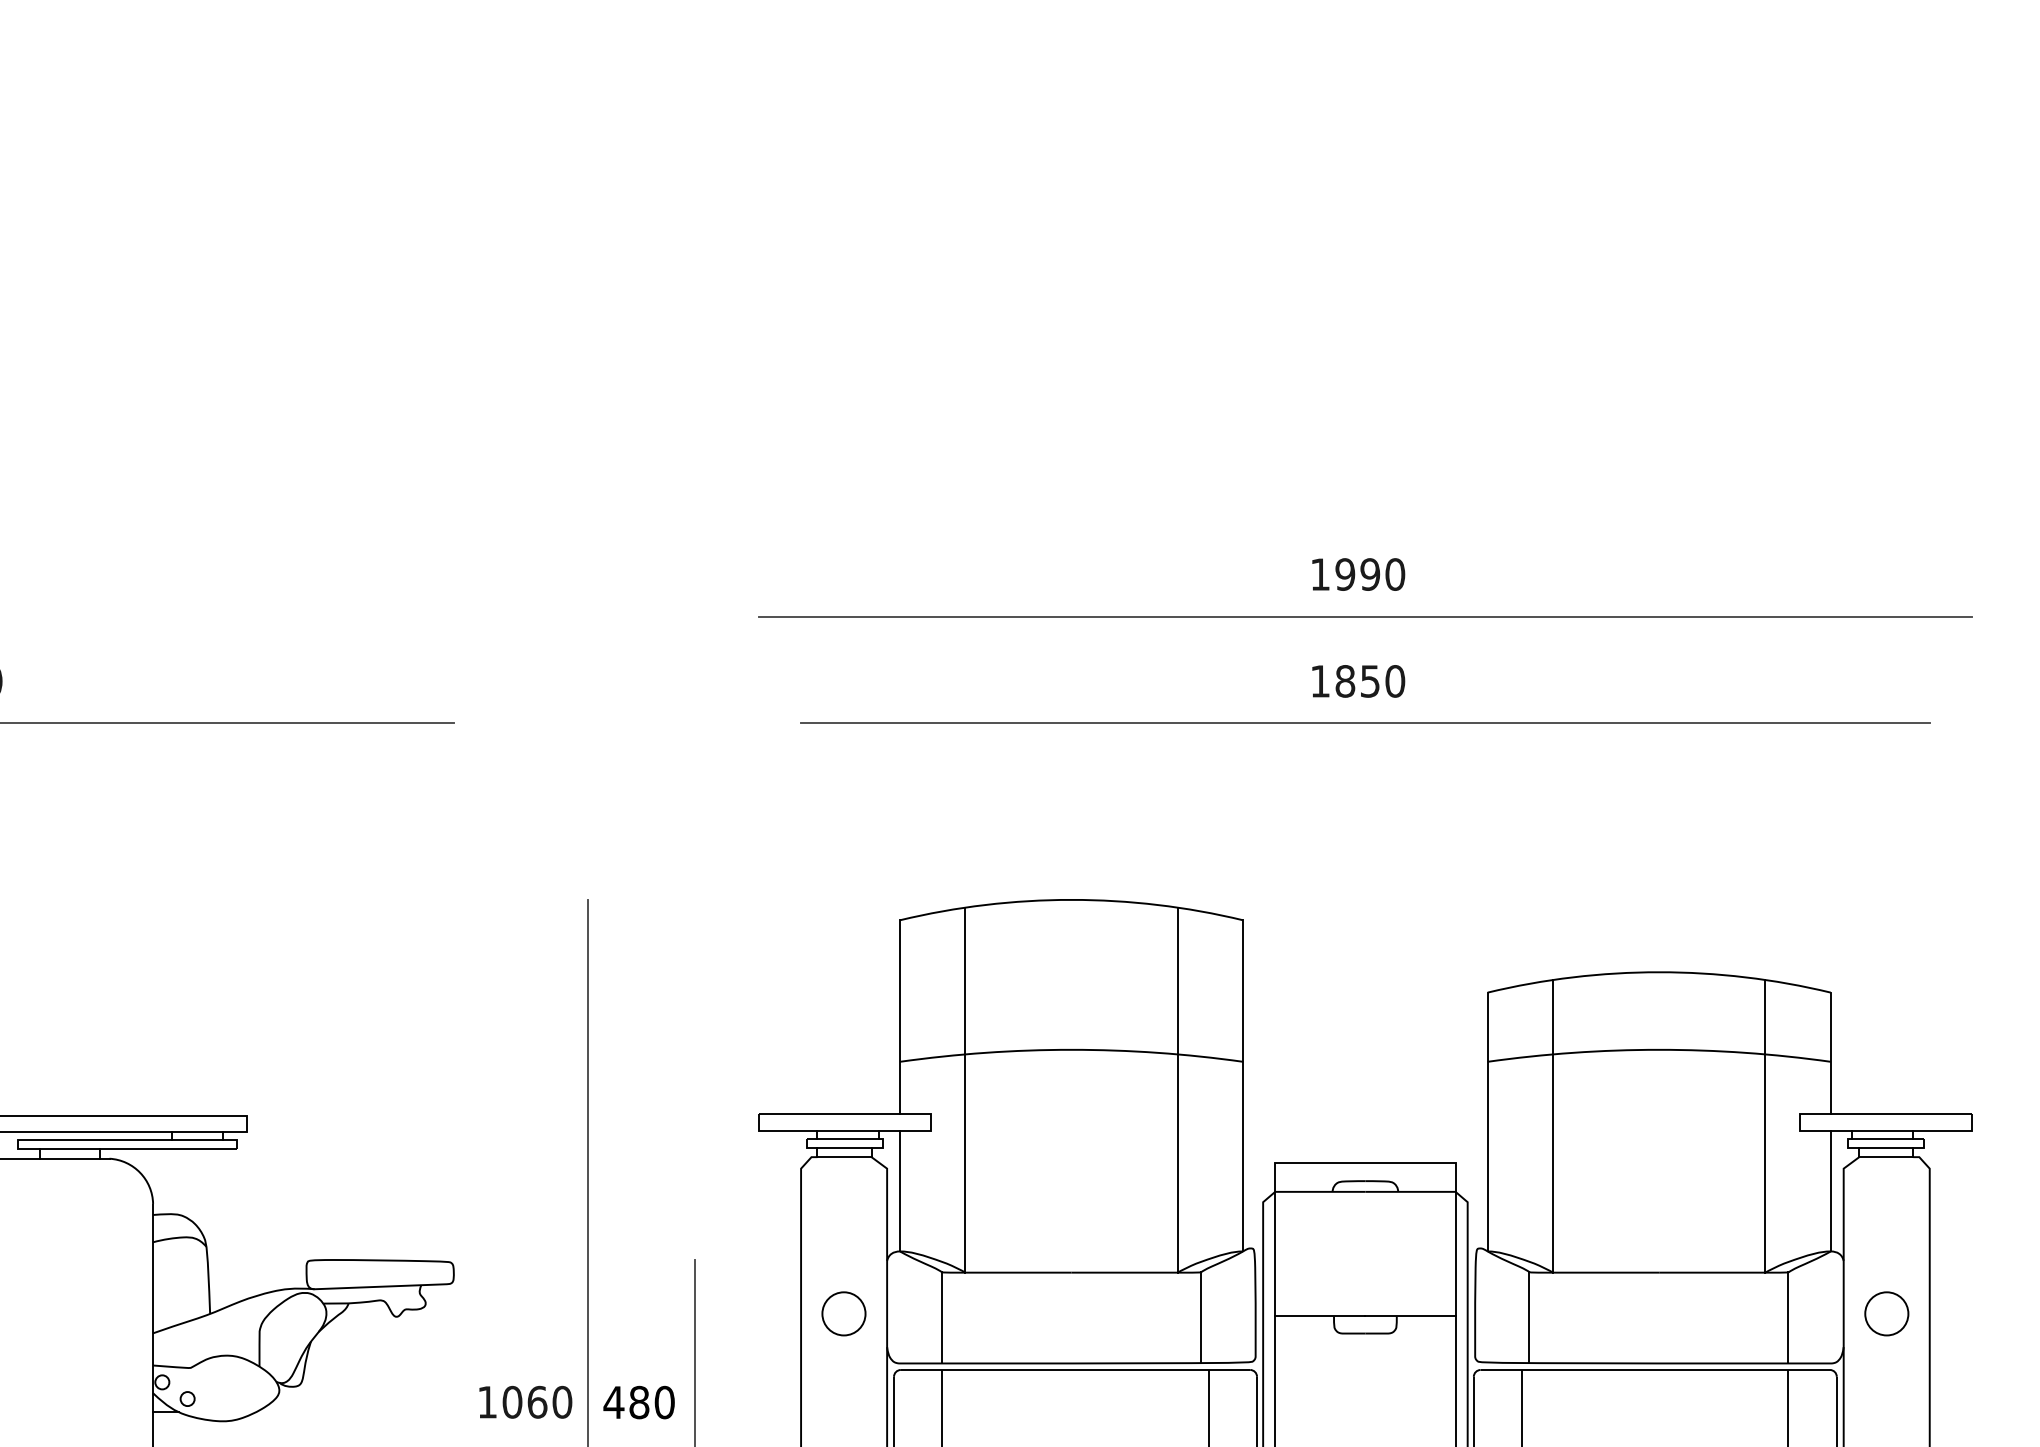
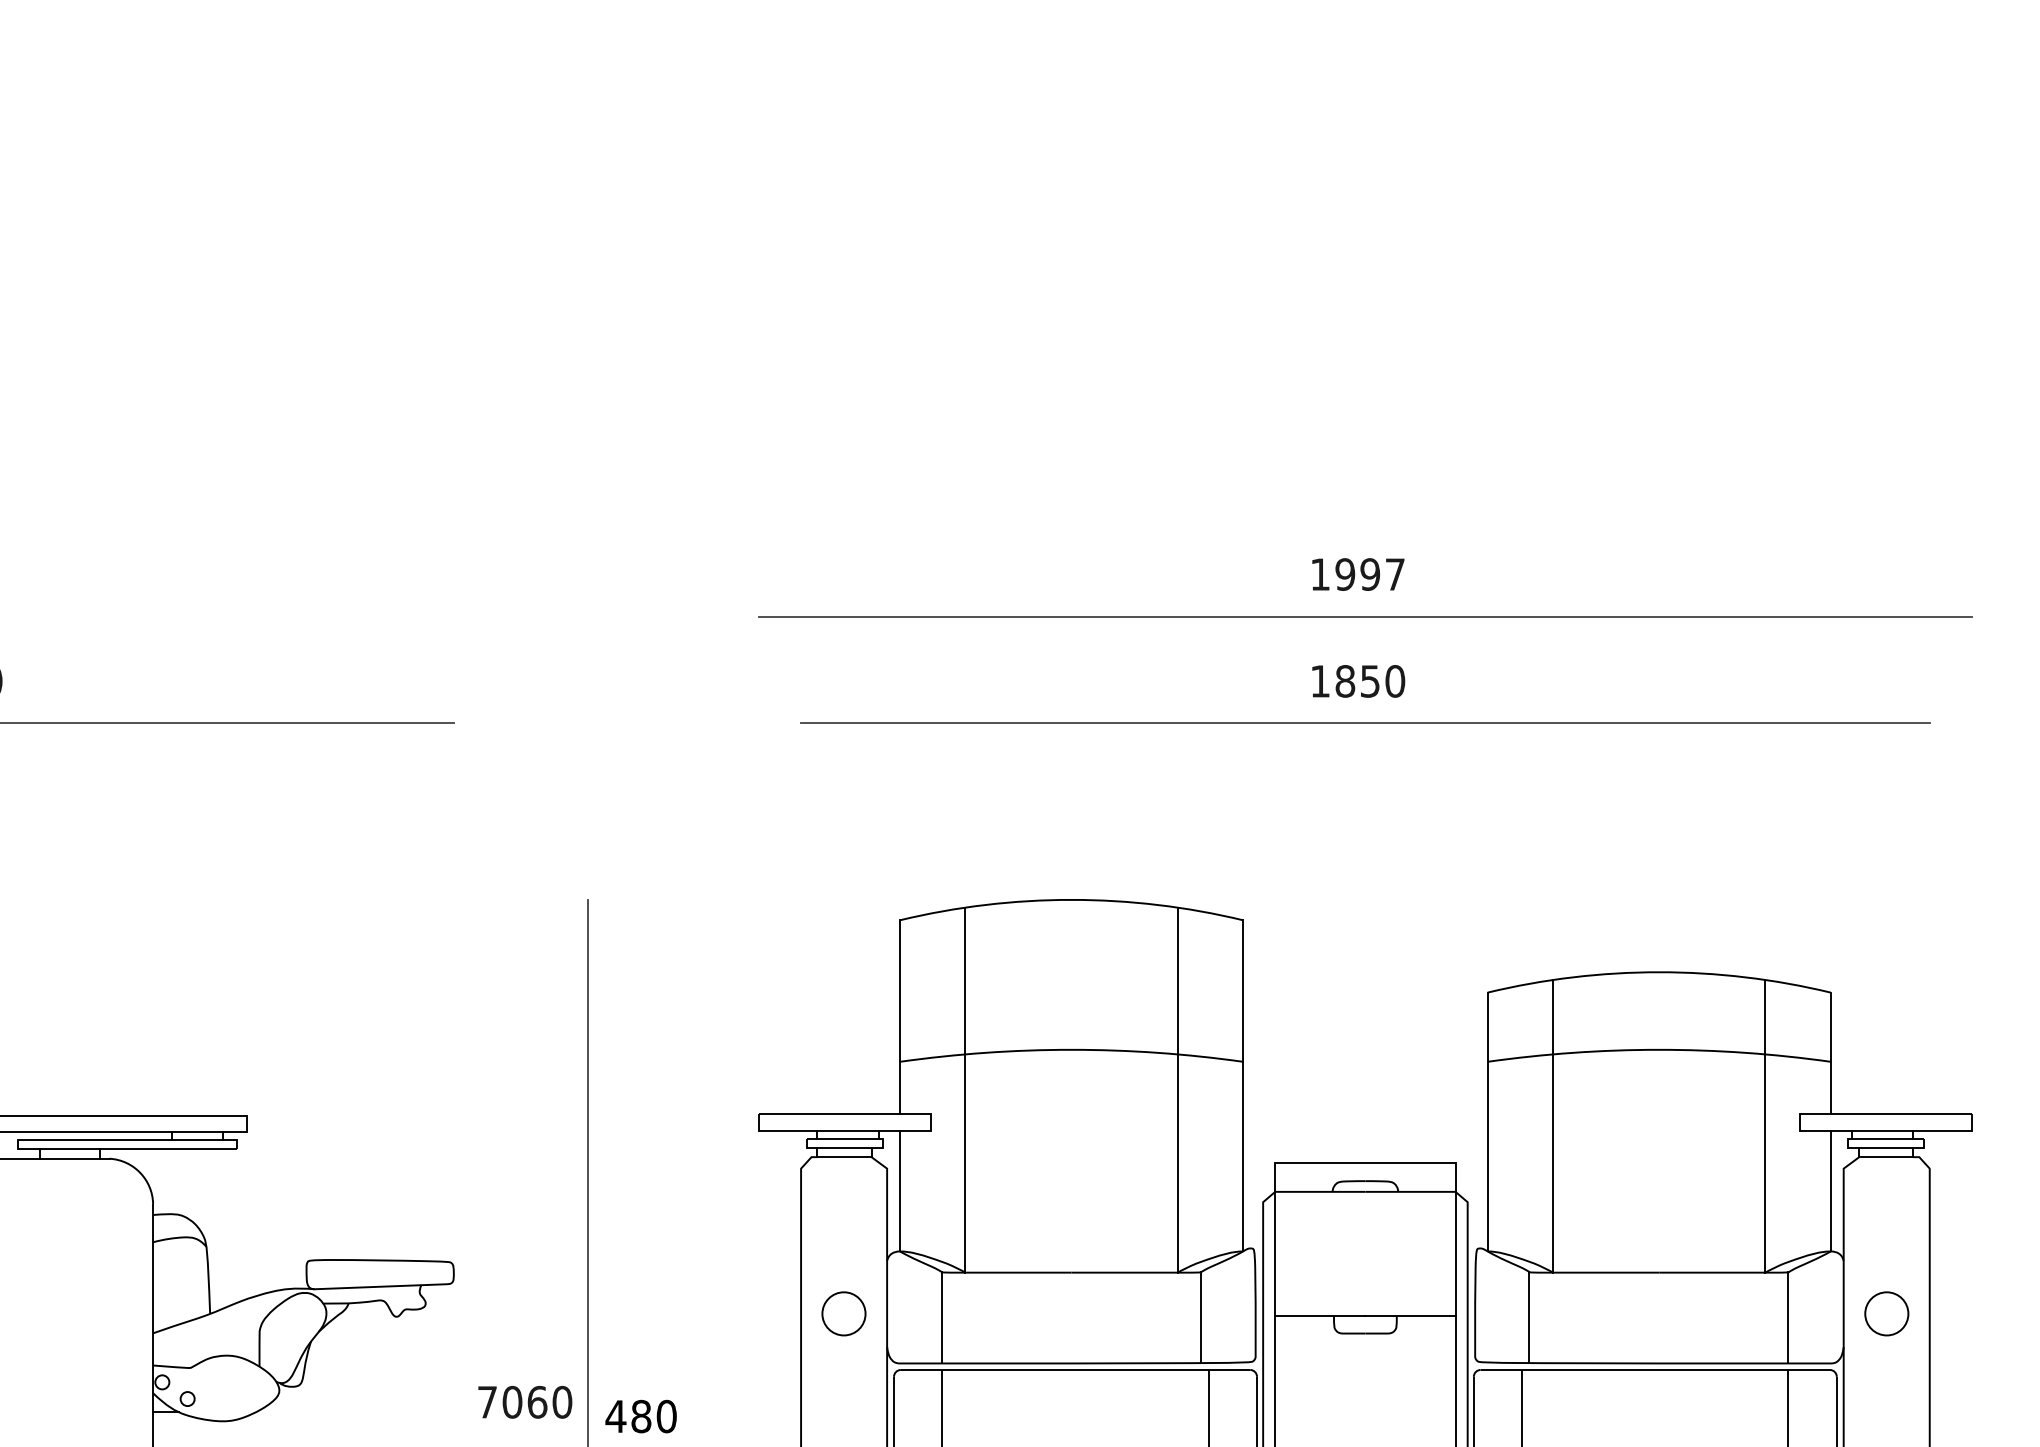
text at (1395, 574): 1990 -> 1997
line at (695, 1351): present -> none
text at (487, 1402): 1060 -> 7060
text at (638, 1402) position: (638, 1402) -> (640, 1416)
